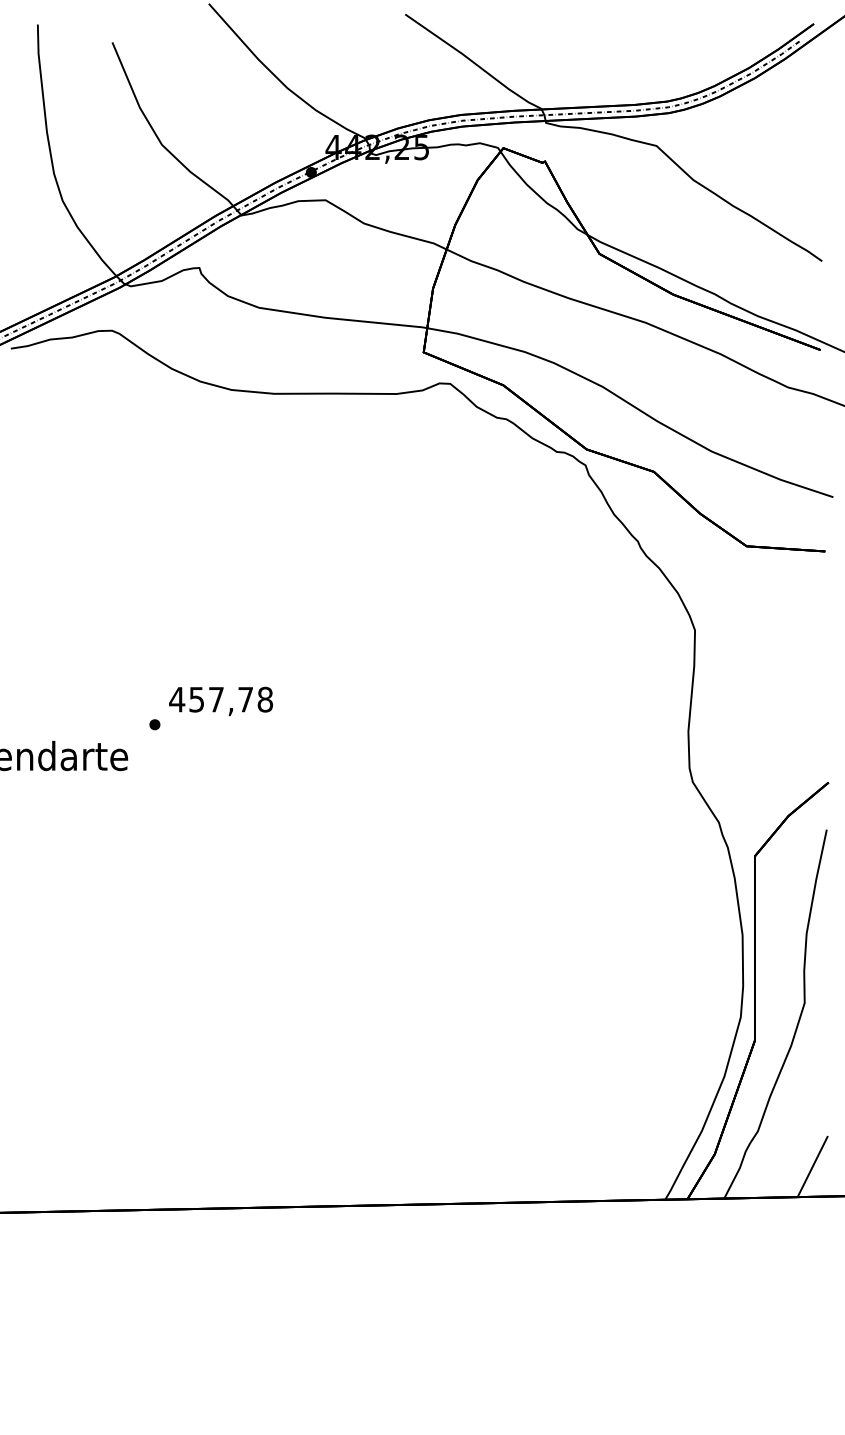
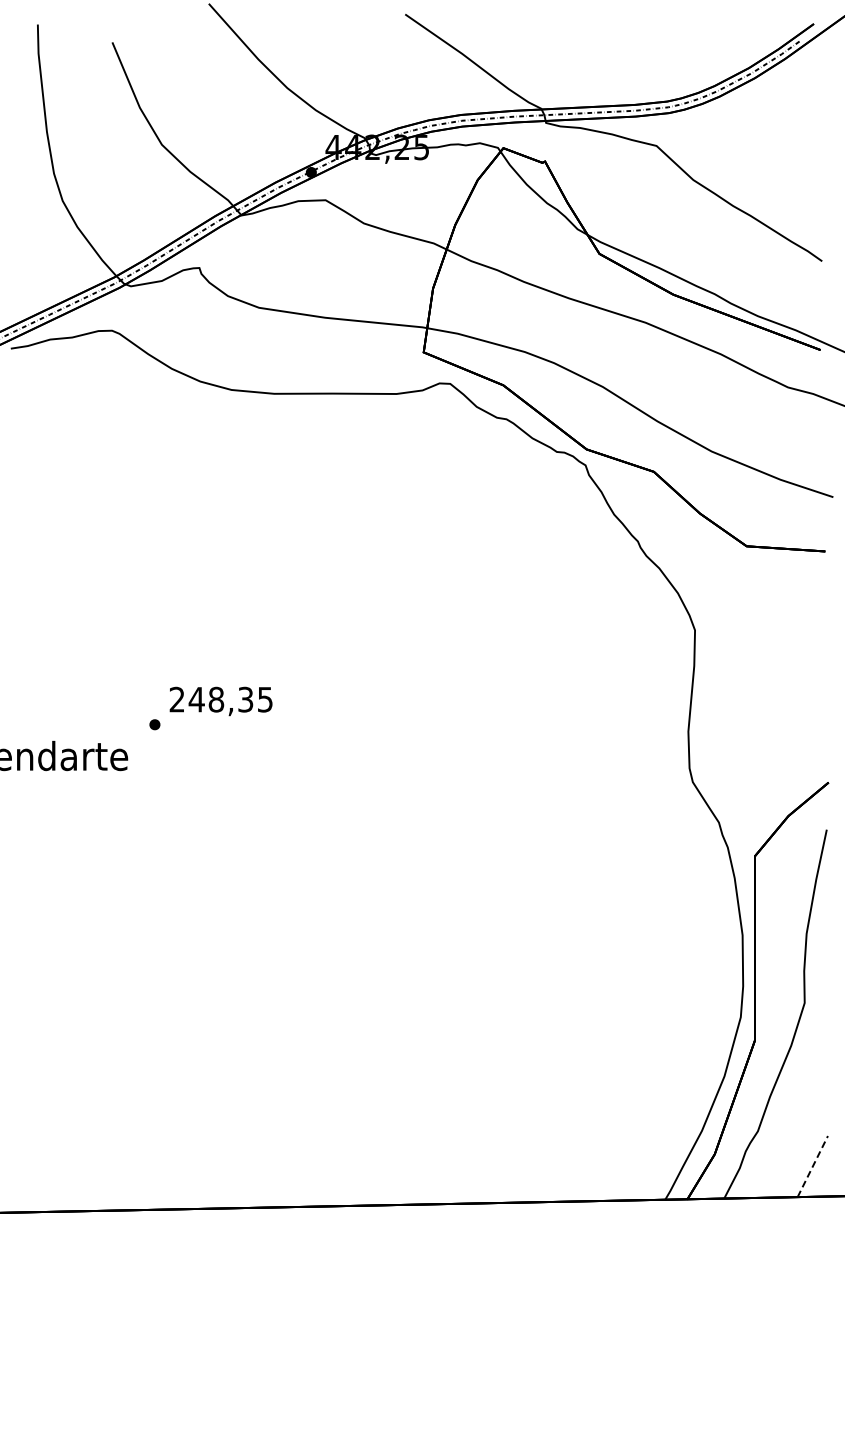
text at (221, 699): 457,78 -> 248,35
line at (813, 1166): solid -> dashed
